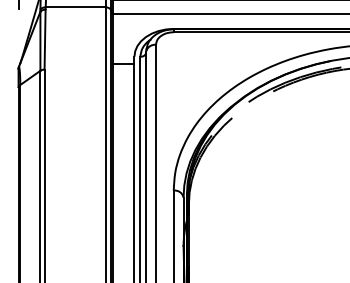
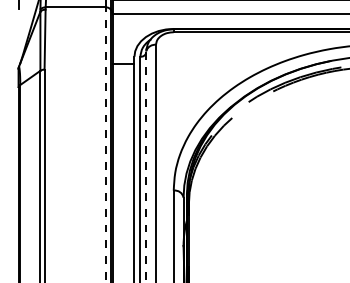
line at (105, 144): solid -> dashed
line at (146, 167): solid -> dashed
